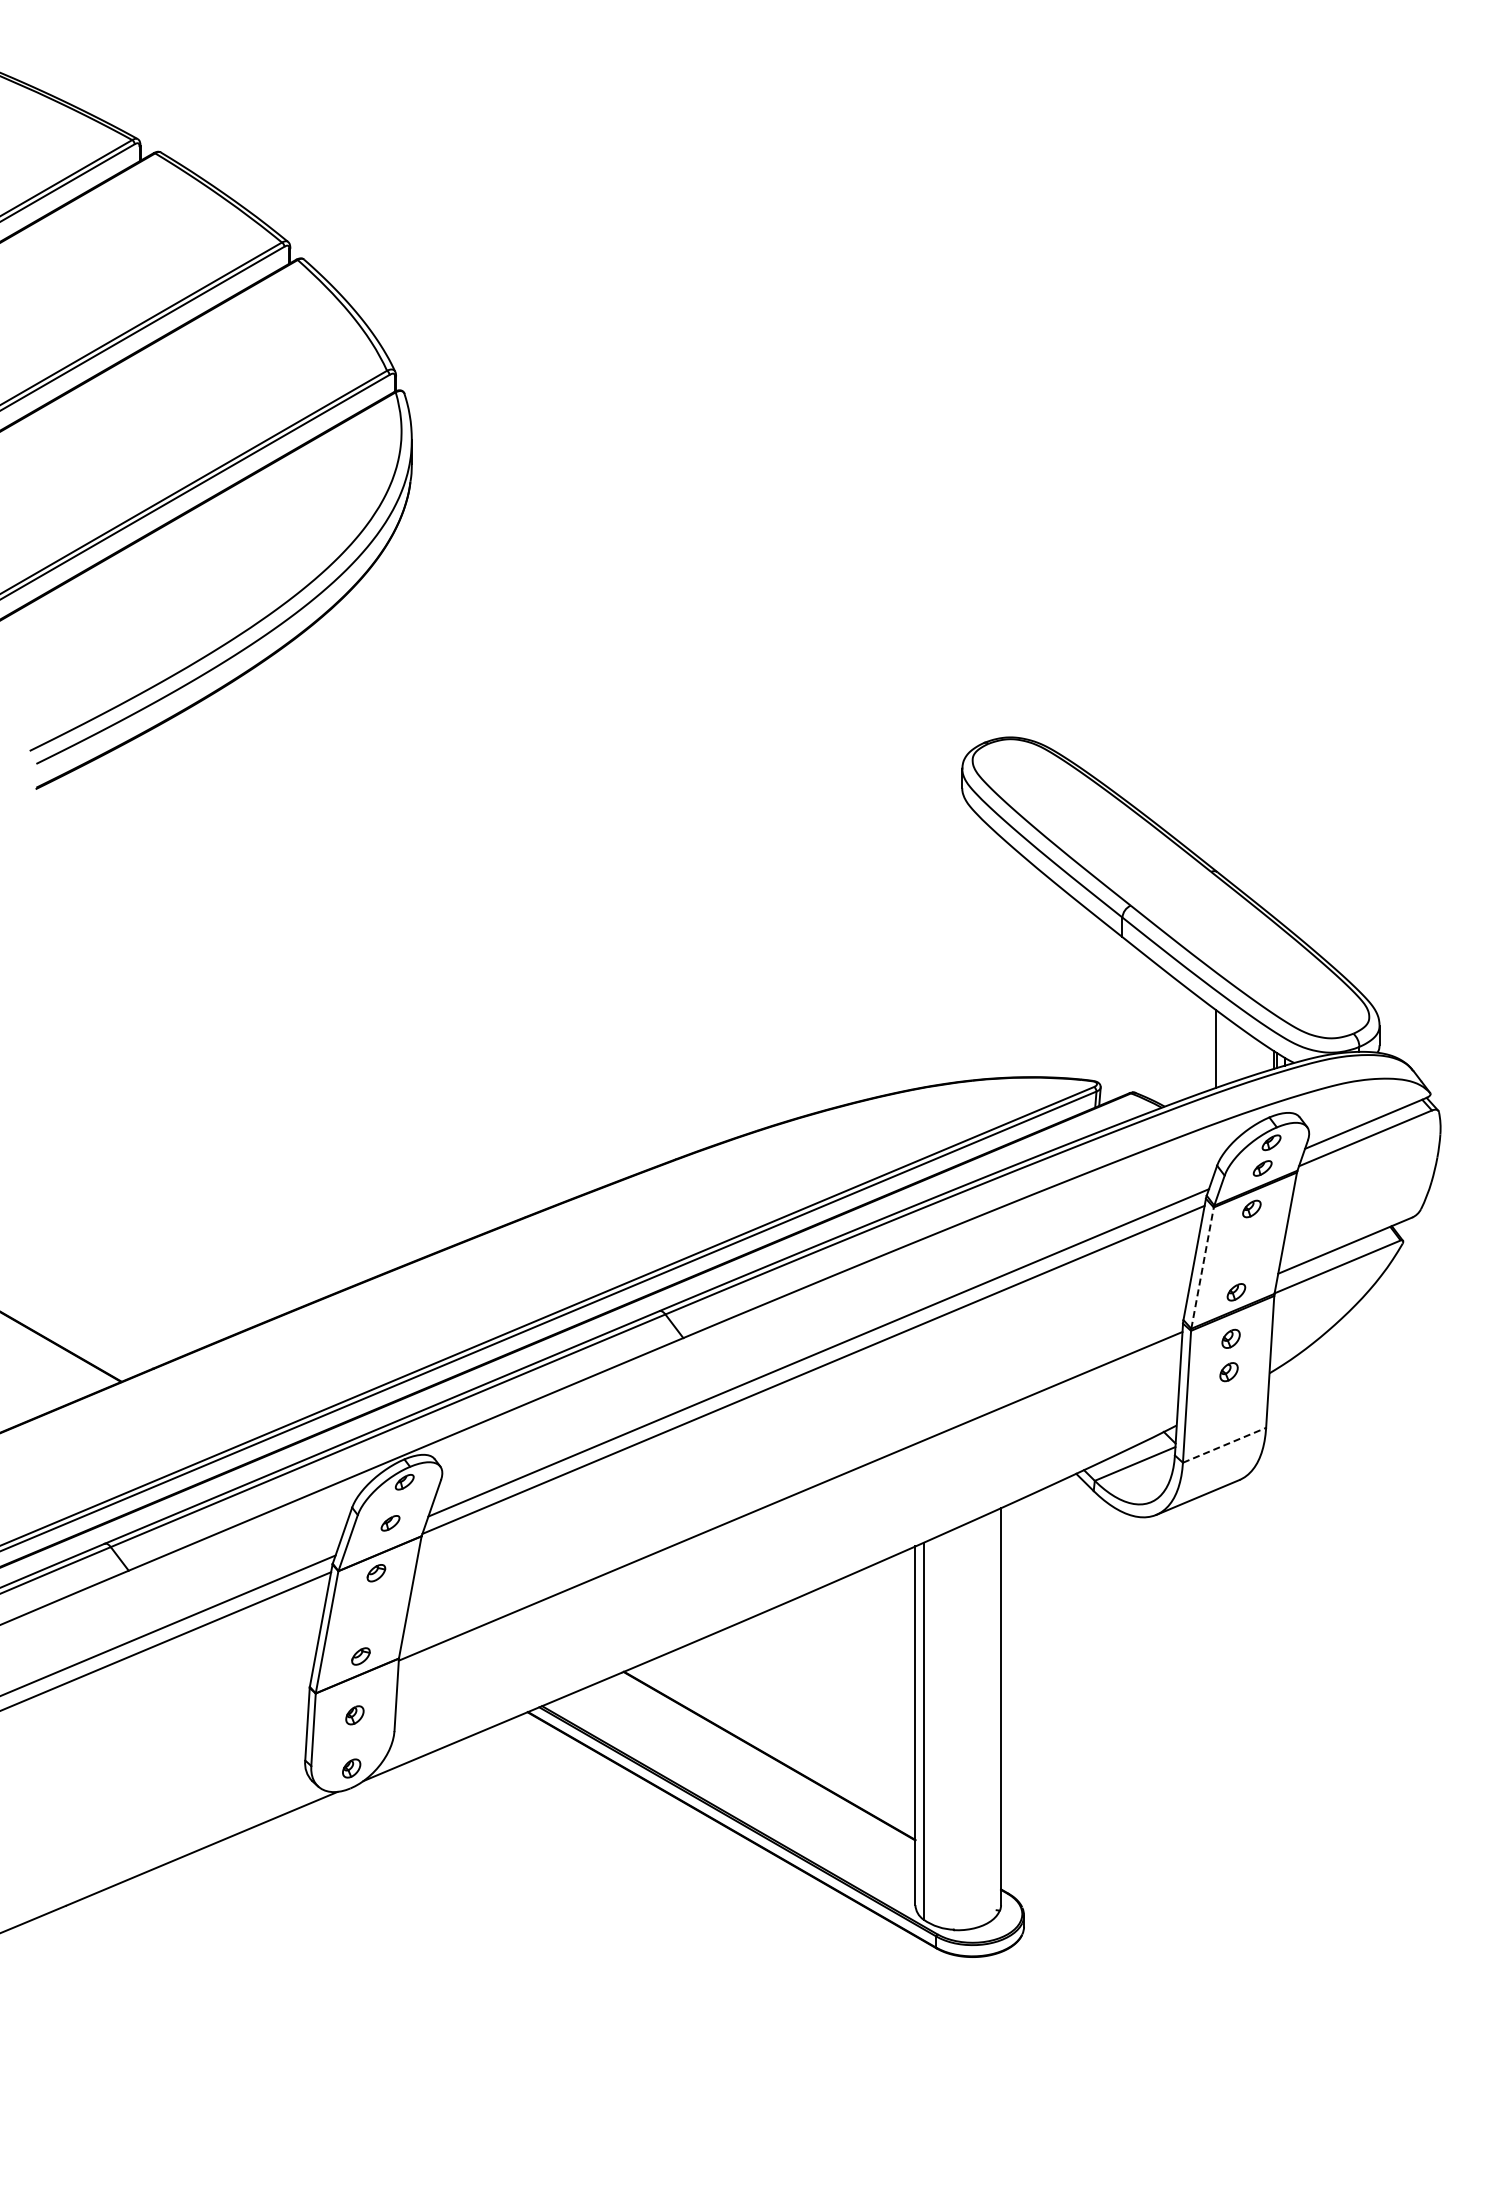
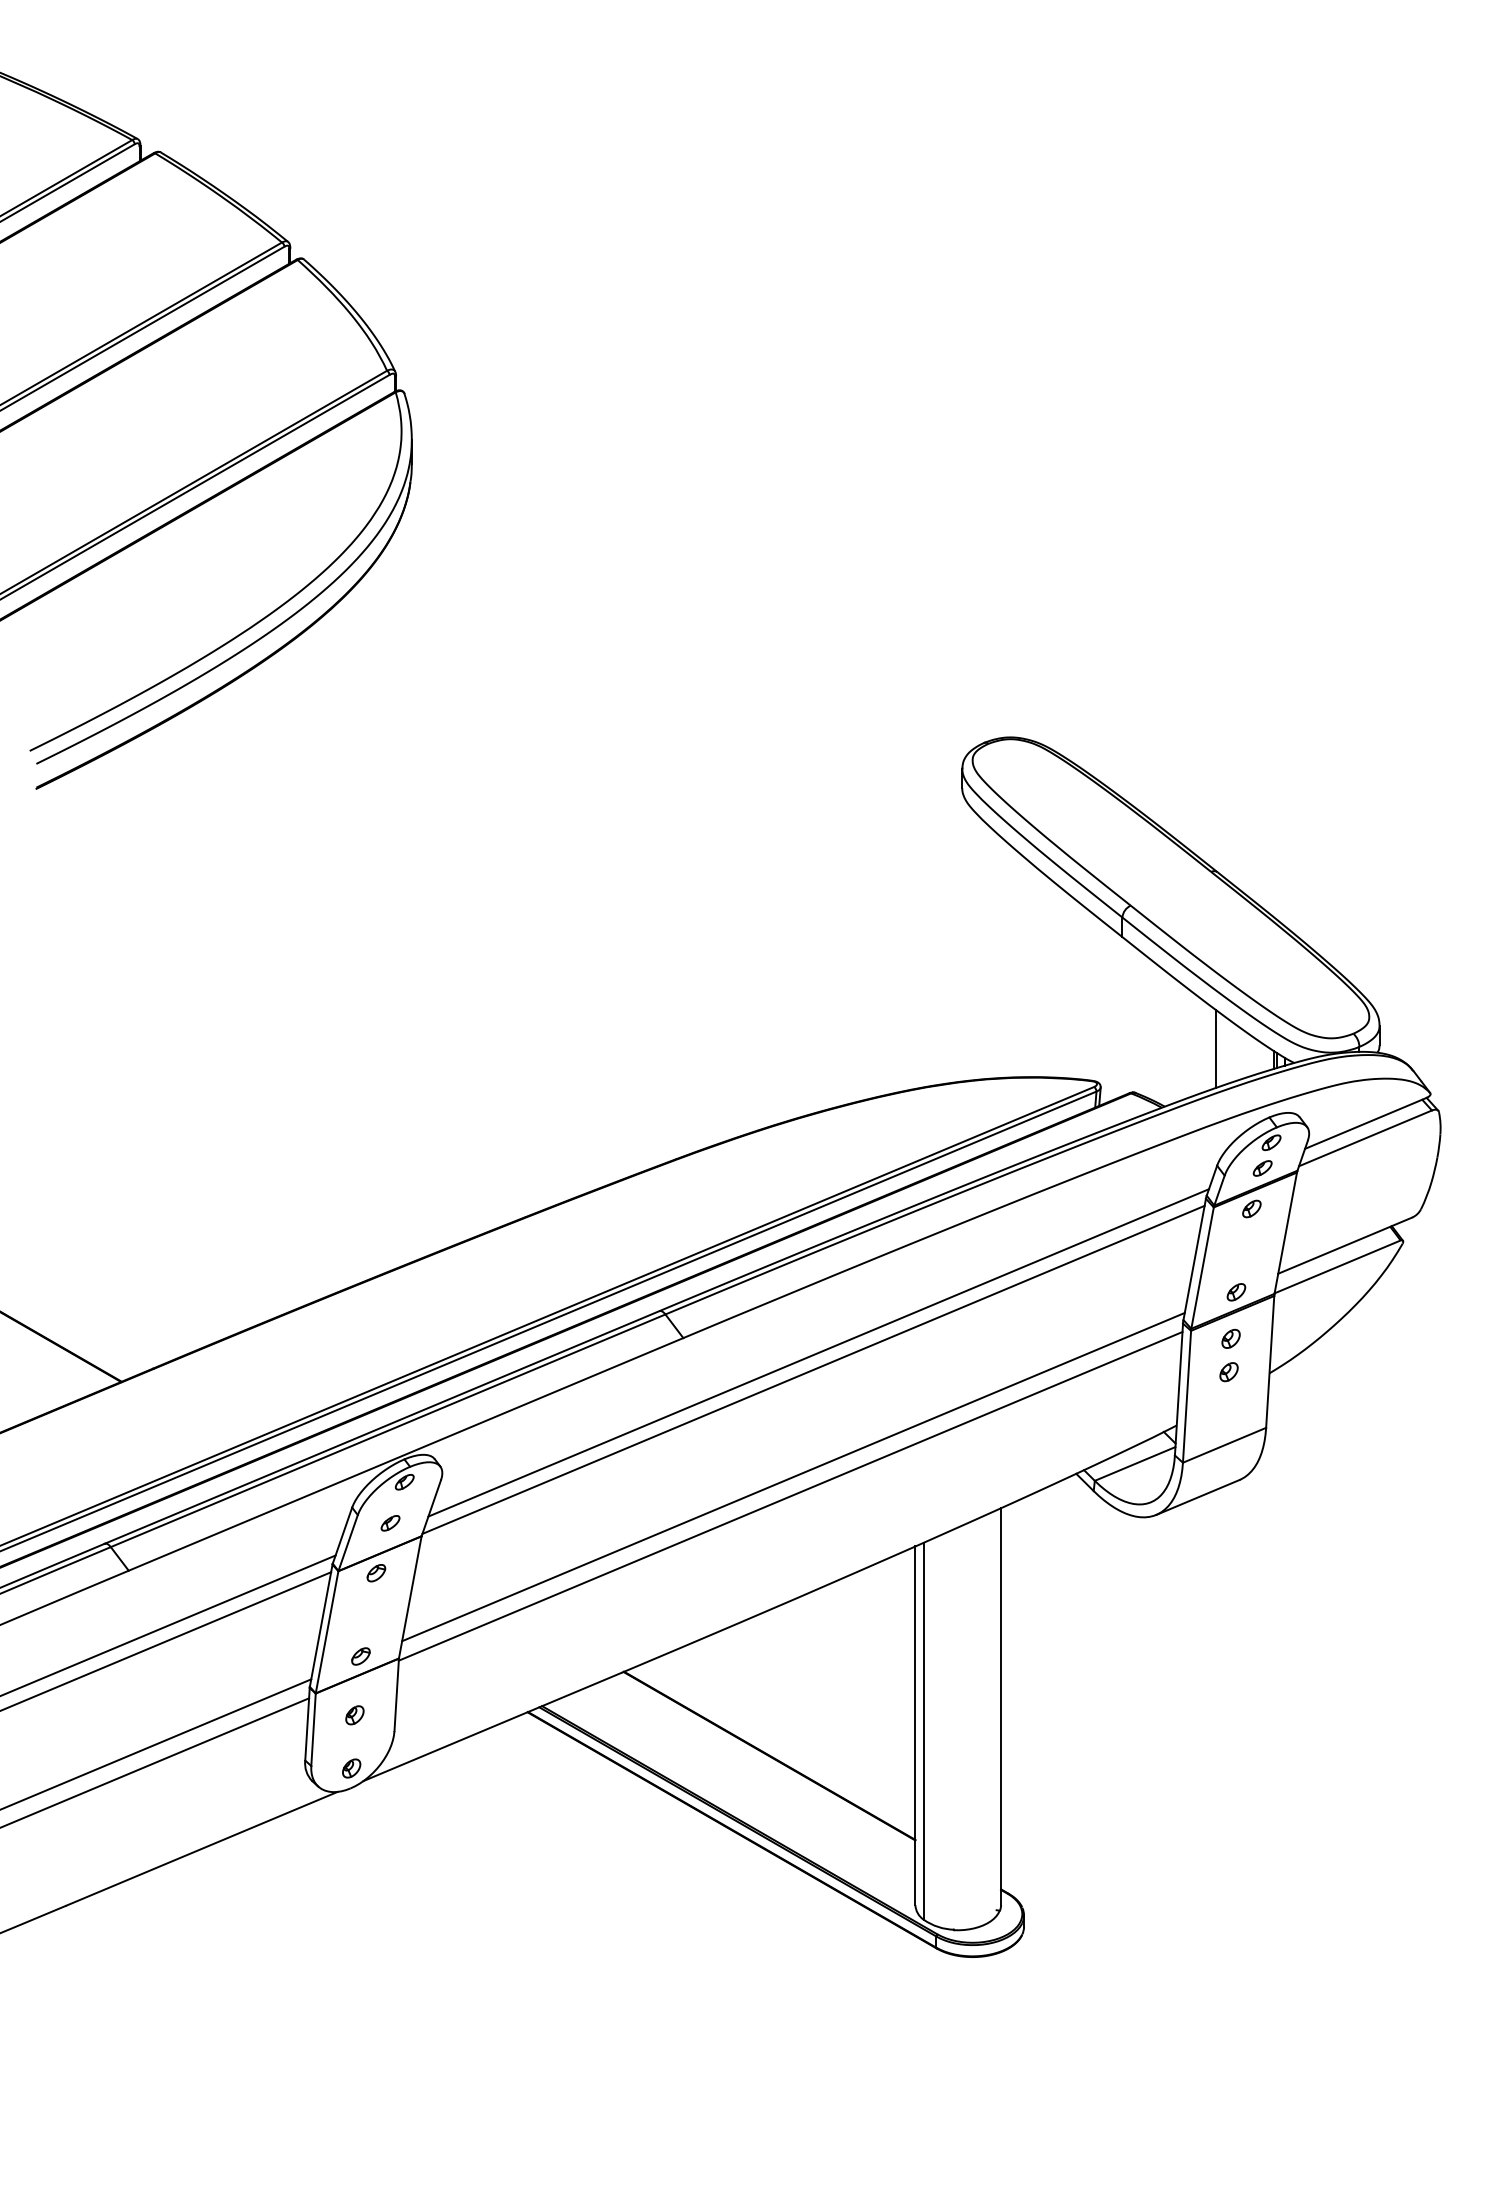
line at (1202, 1268): dashed -> solid
line at (1225, 1445): dashed -> solid
line at (793, 1476): none -> present
line at (156, 1744): none -> present
line at (155, 1762): none -> present
